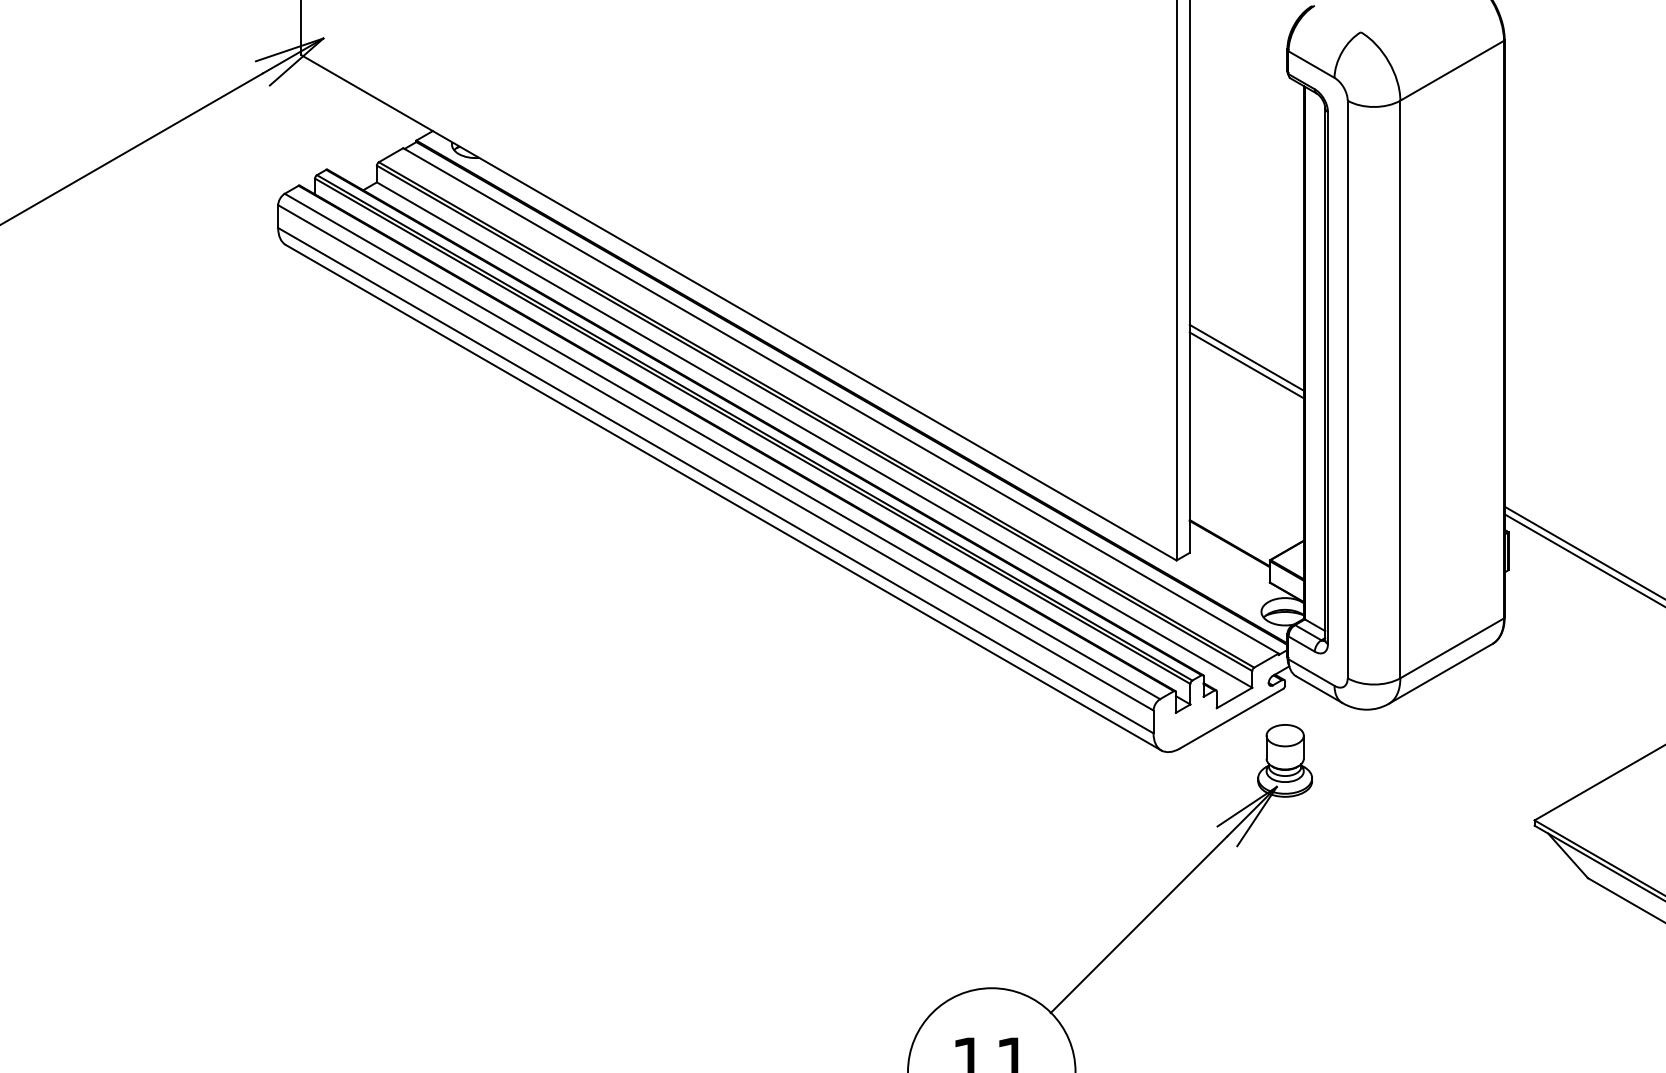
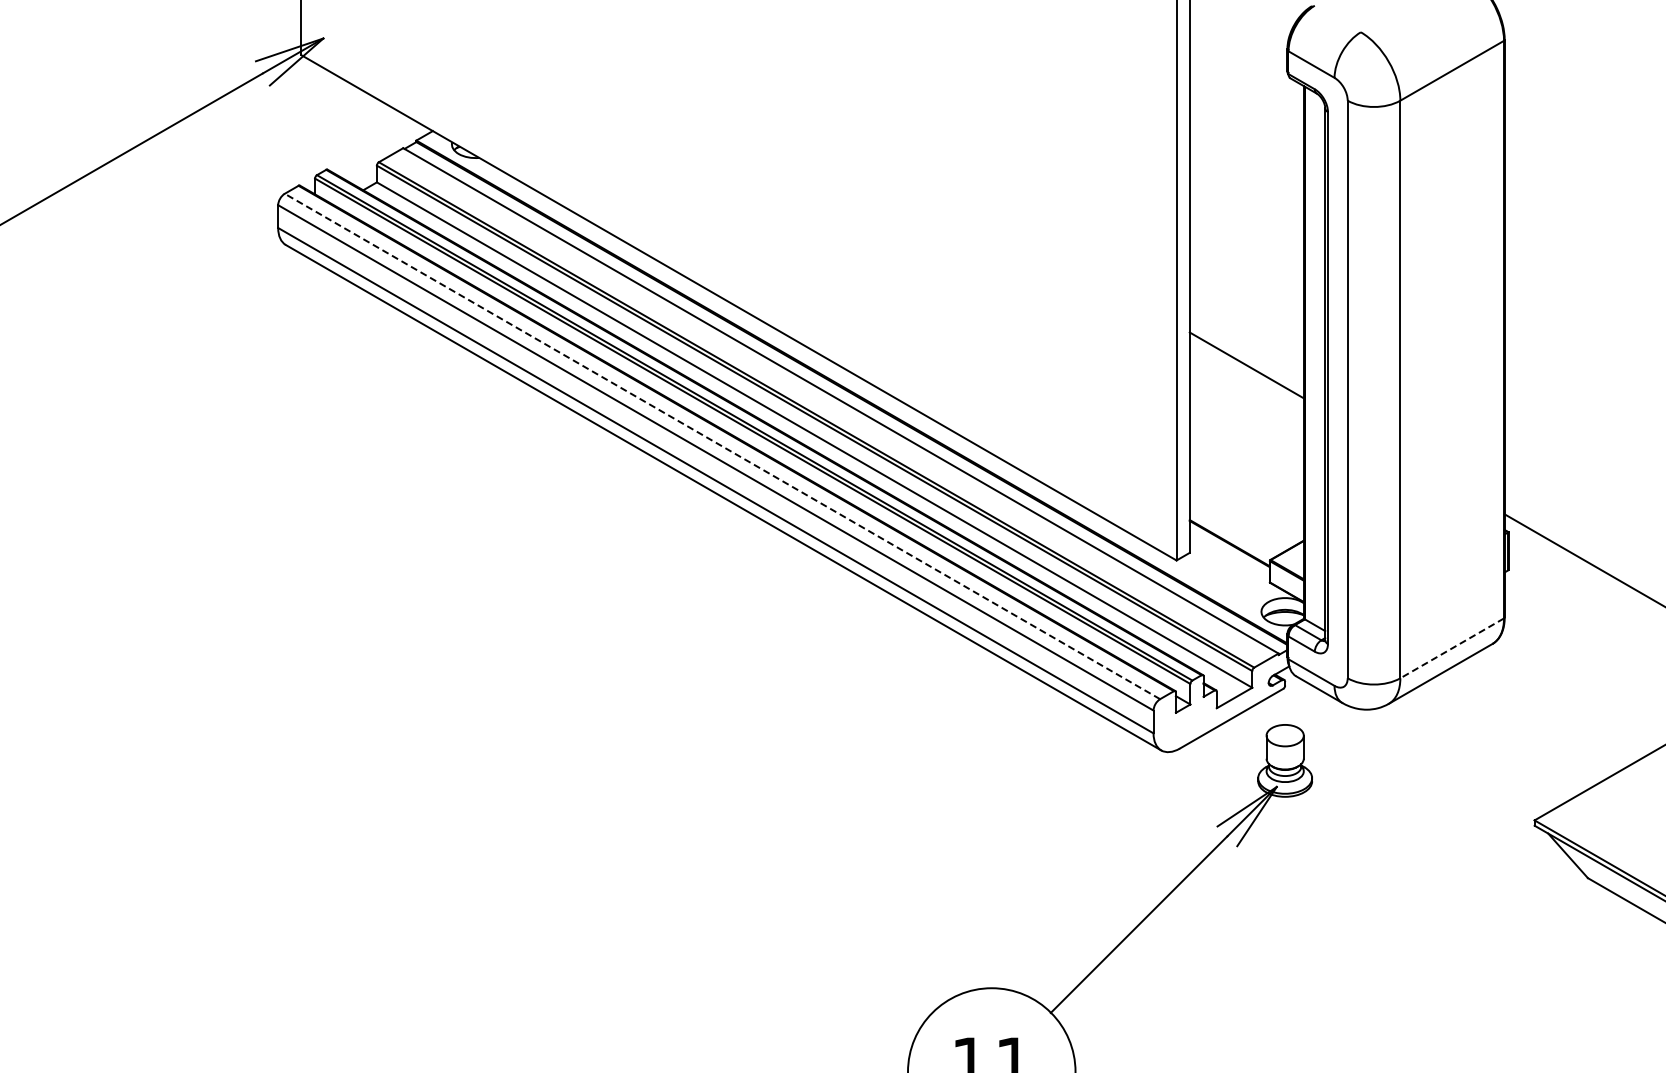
line at (1246, 357): present -> none
line at (722, 446): solid -> dashed
line at (1583, 551): present -> none
line at (1452, 648): solid -> dashed
